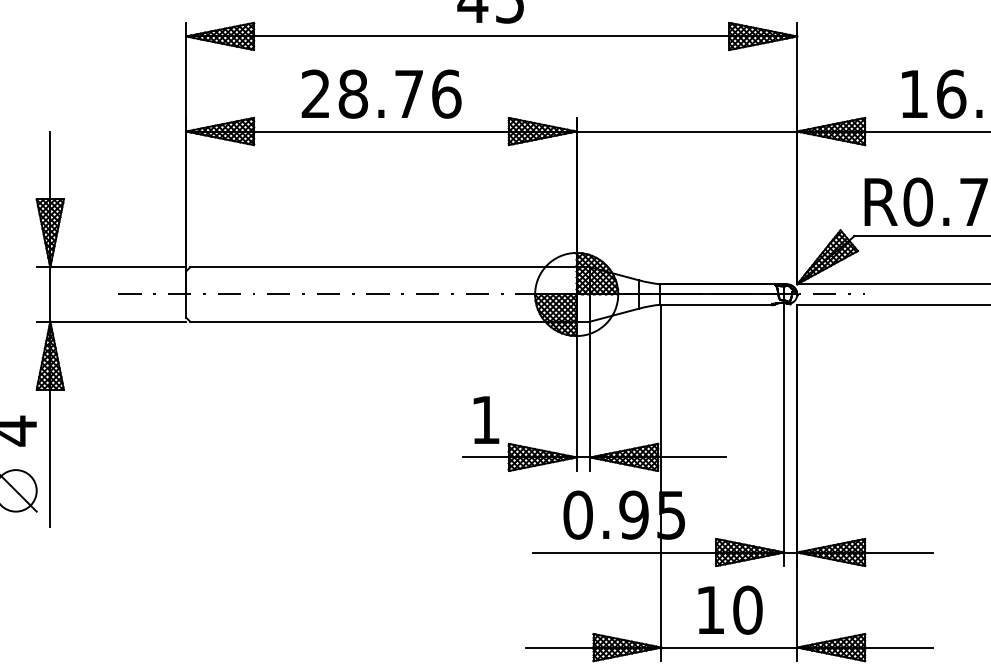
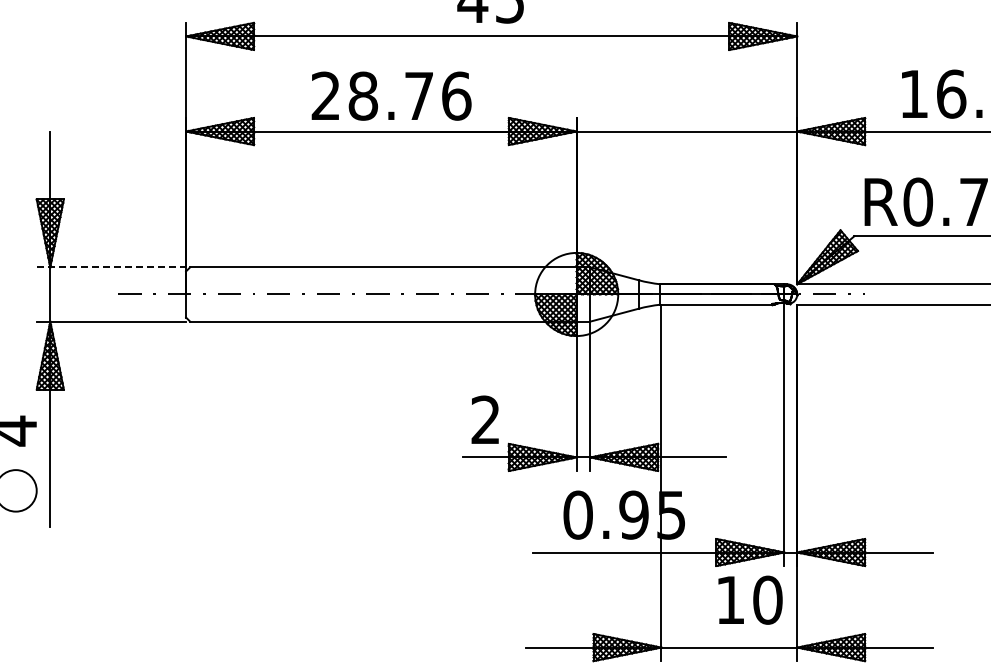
text at (381, 93) position: (381, 93) -> (391, 95)
line at (111, 267): solid -> dashed
text at (485, 419): 1 -> 2
line at (19, 494): present -> none
text at (730, 609) position: (730, 609) -> (750, 599)
